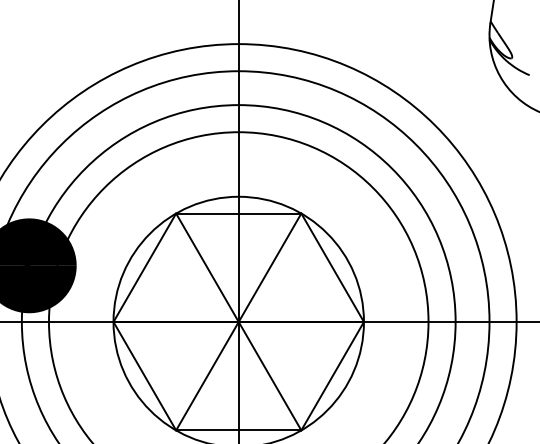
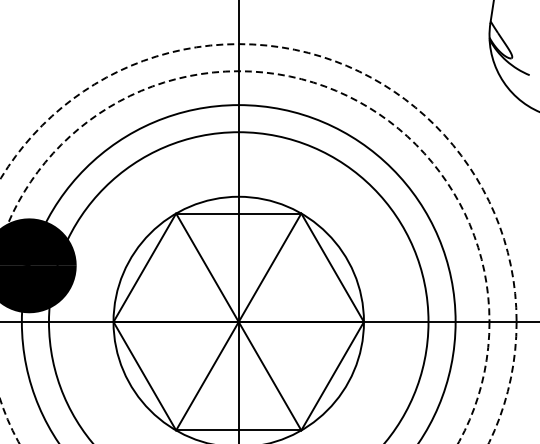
circle at (258, 243): solid -> dashed
circle at (244, 257): solid -> dashed
